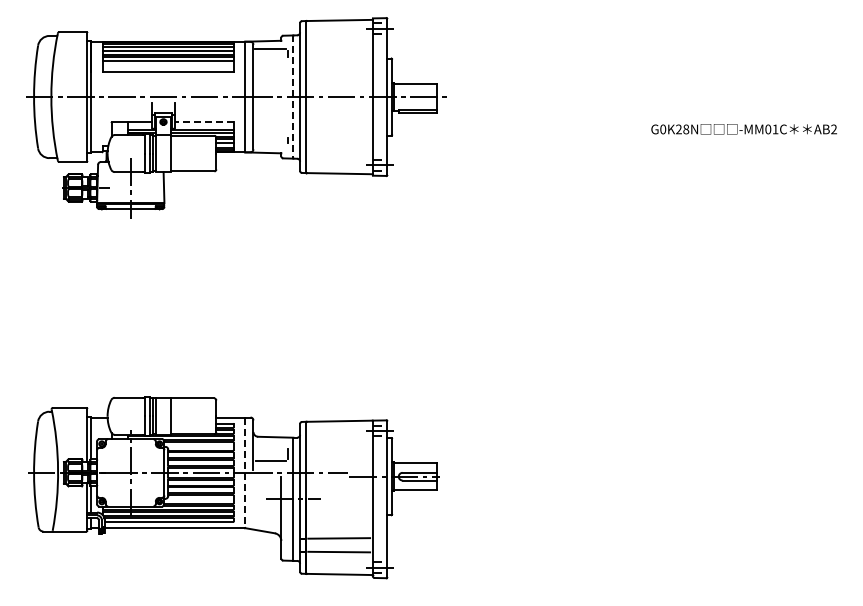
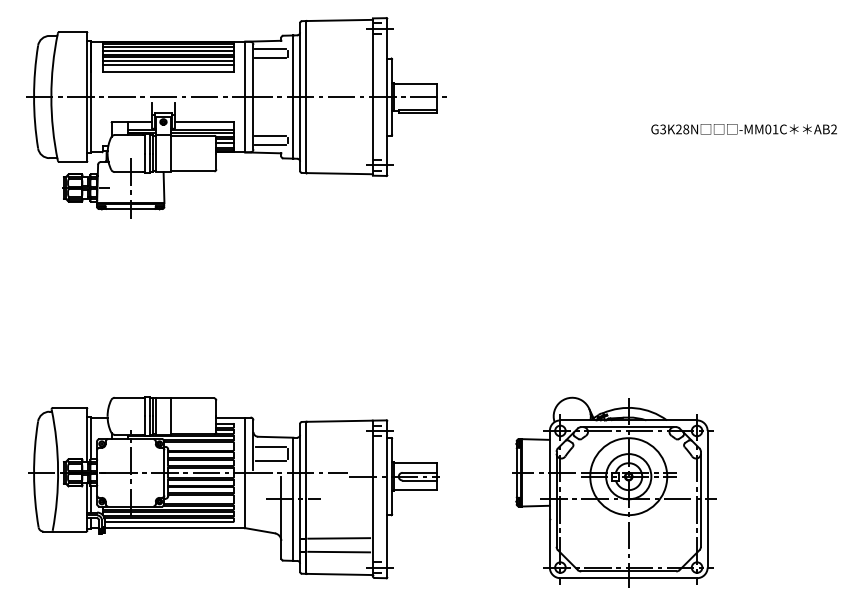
line at (270, 58): none -> present
line at (167, 64): none -> present
line at (293, 97): dashed -> solid
line at (204, 122): dashed -> solid
text at (663, 129): G0K28N -> G3K28N
line at (270, 136): none -> present
line at (270, 144): none -> present
line at (270, 446): none -> present
line at (245, 473): dashed -> solid
part at (614, 491): none -> present
